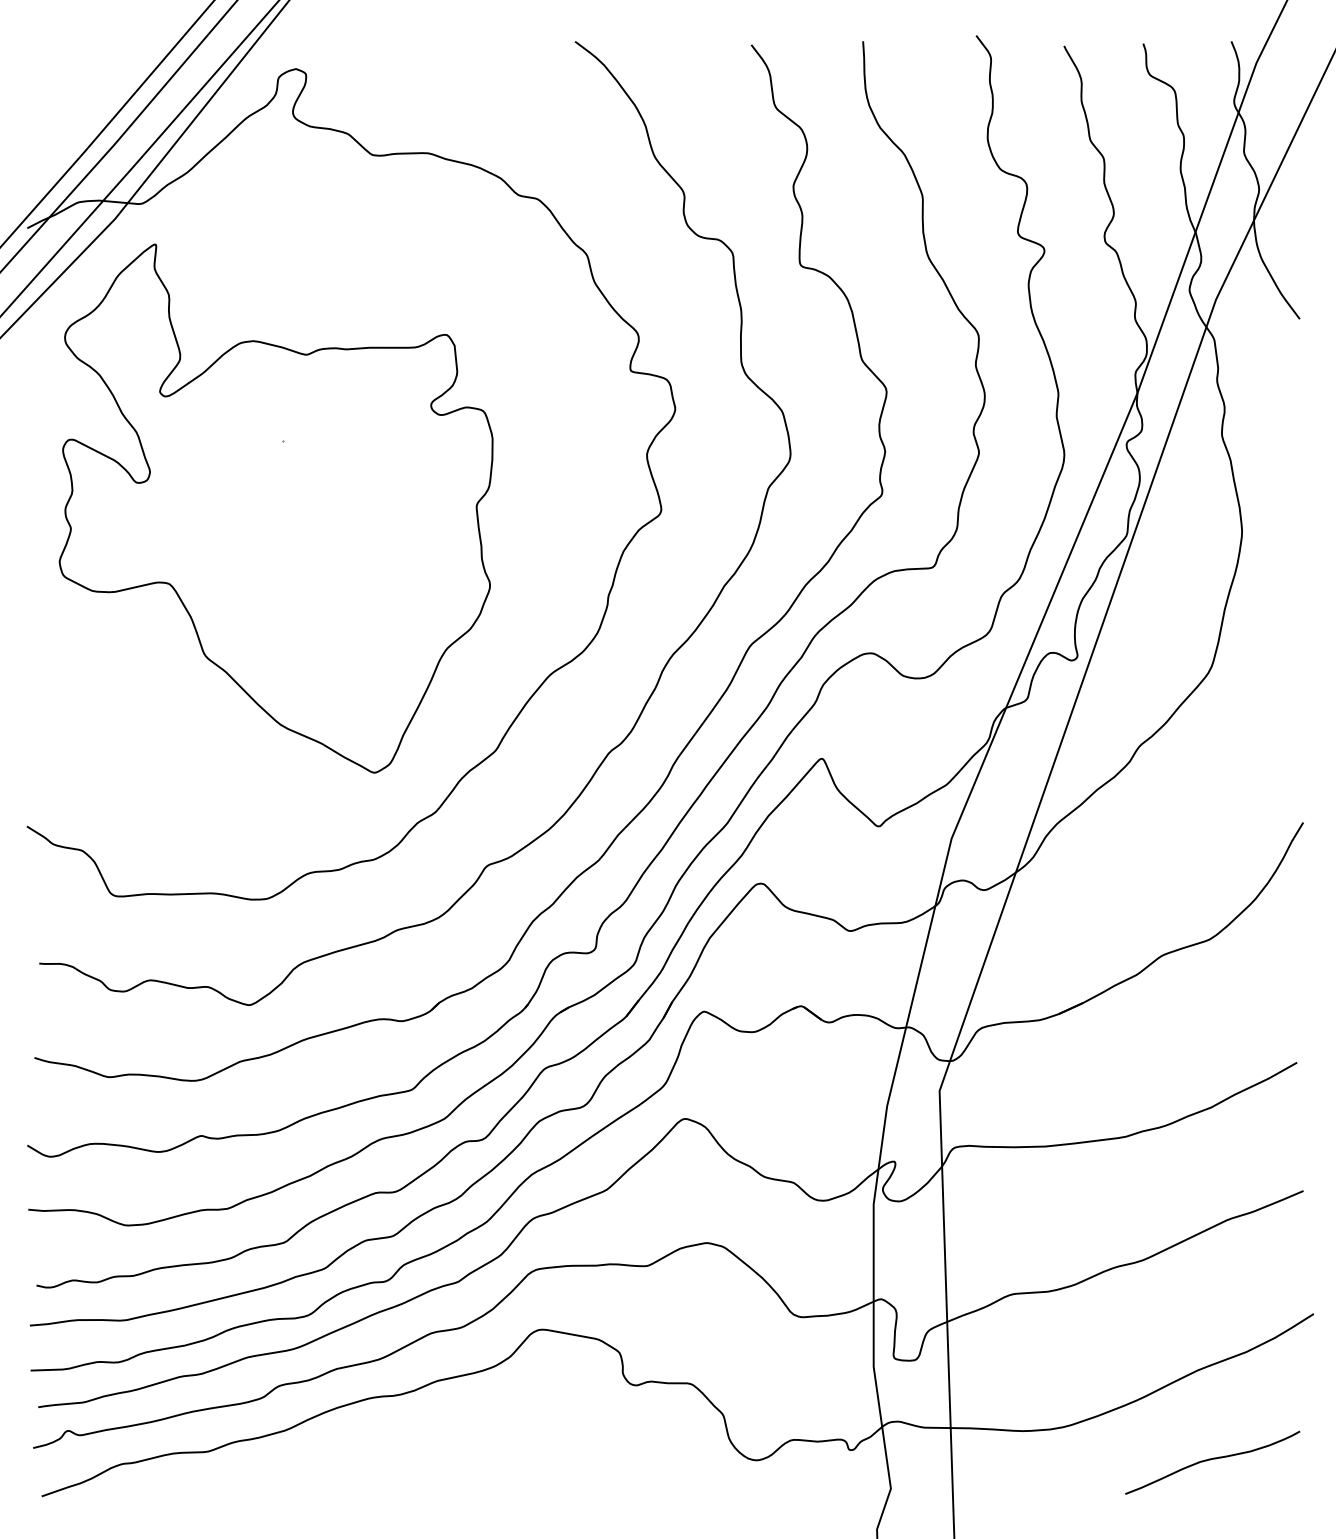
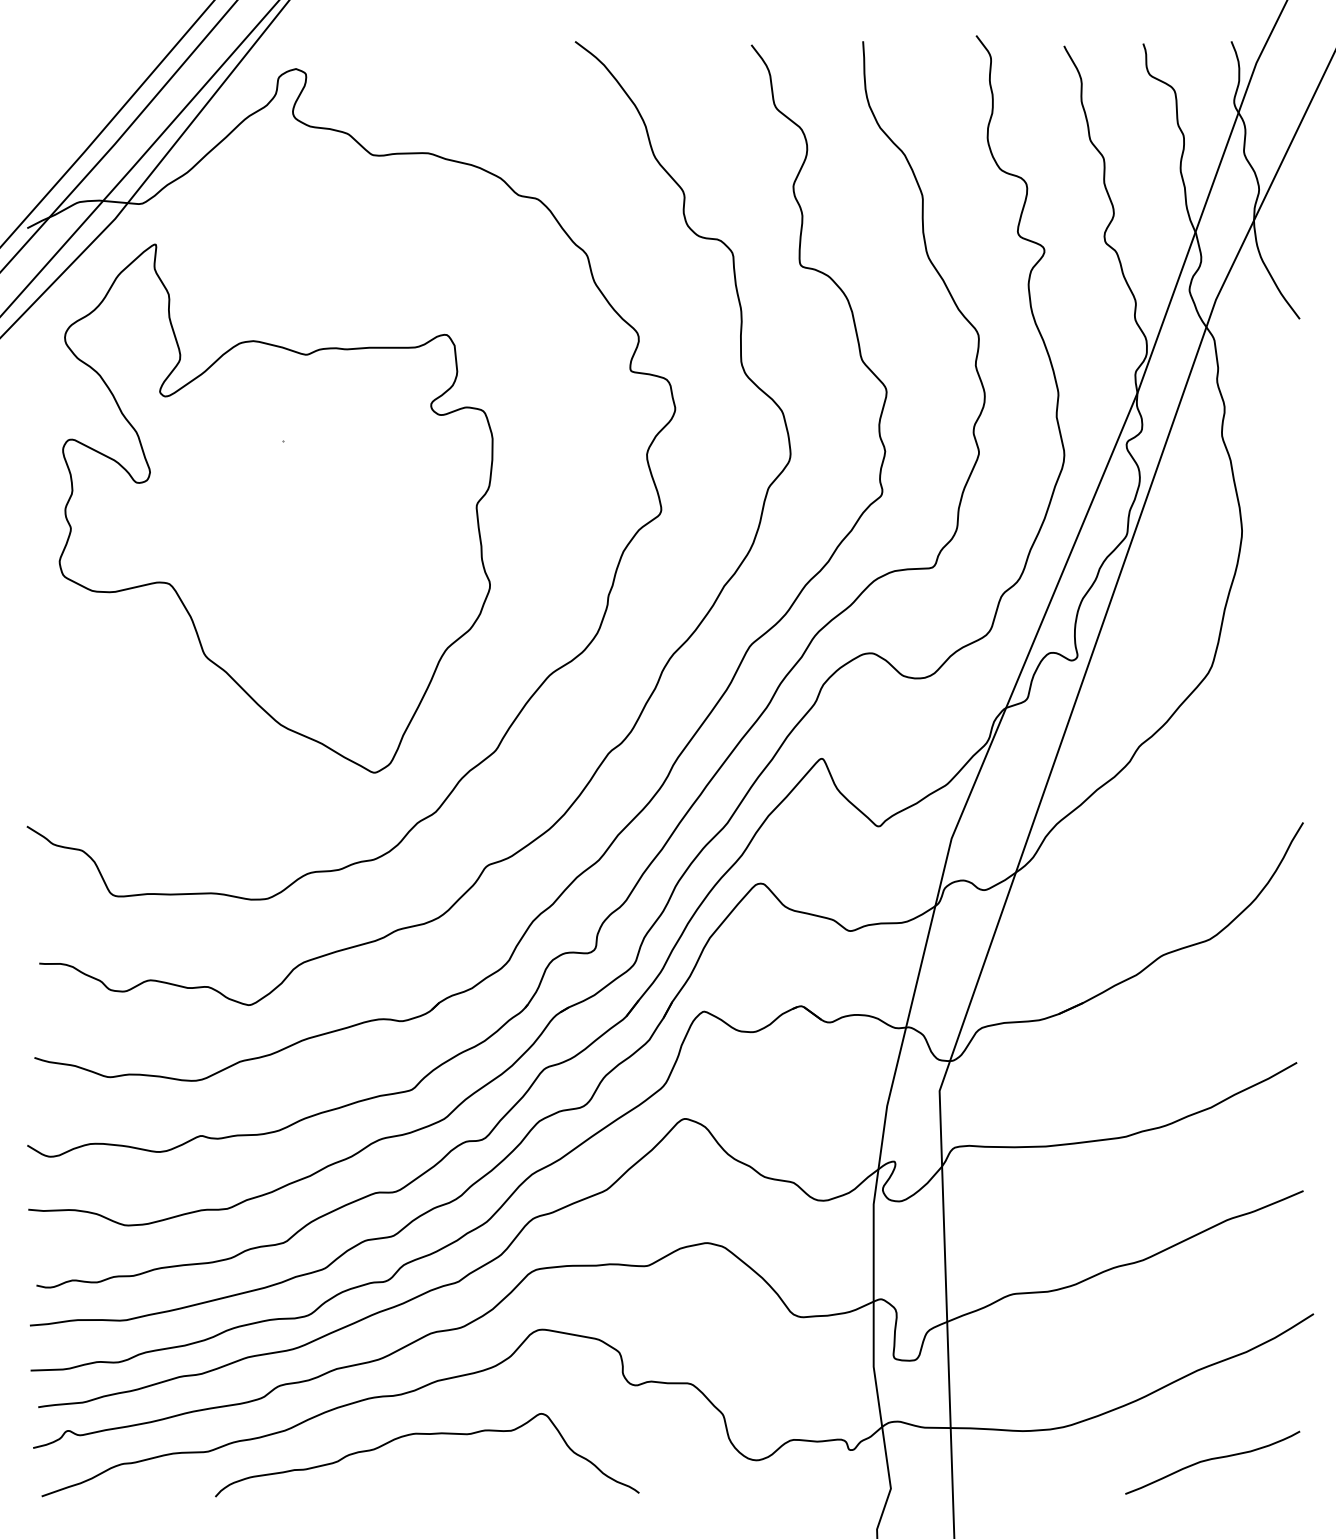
curve at (427, 1434): none -> present
